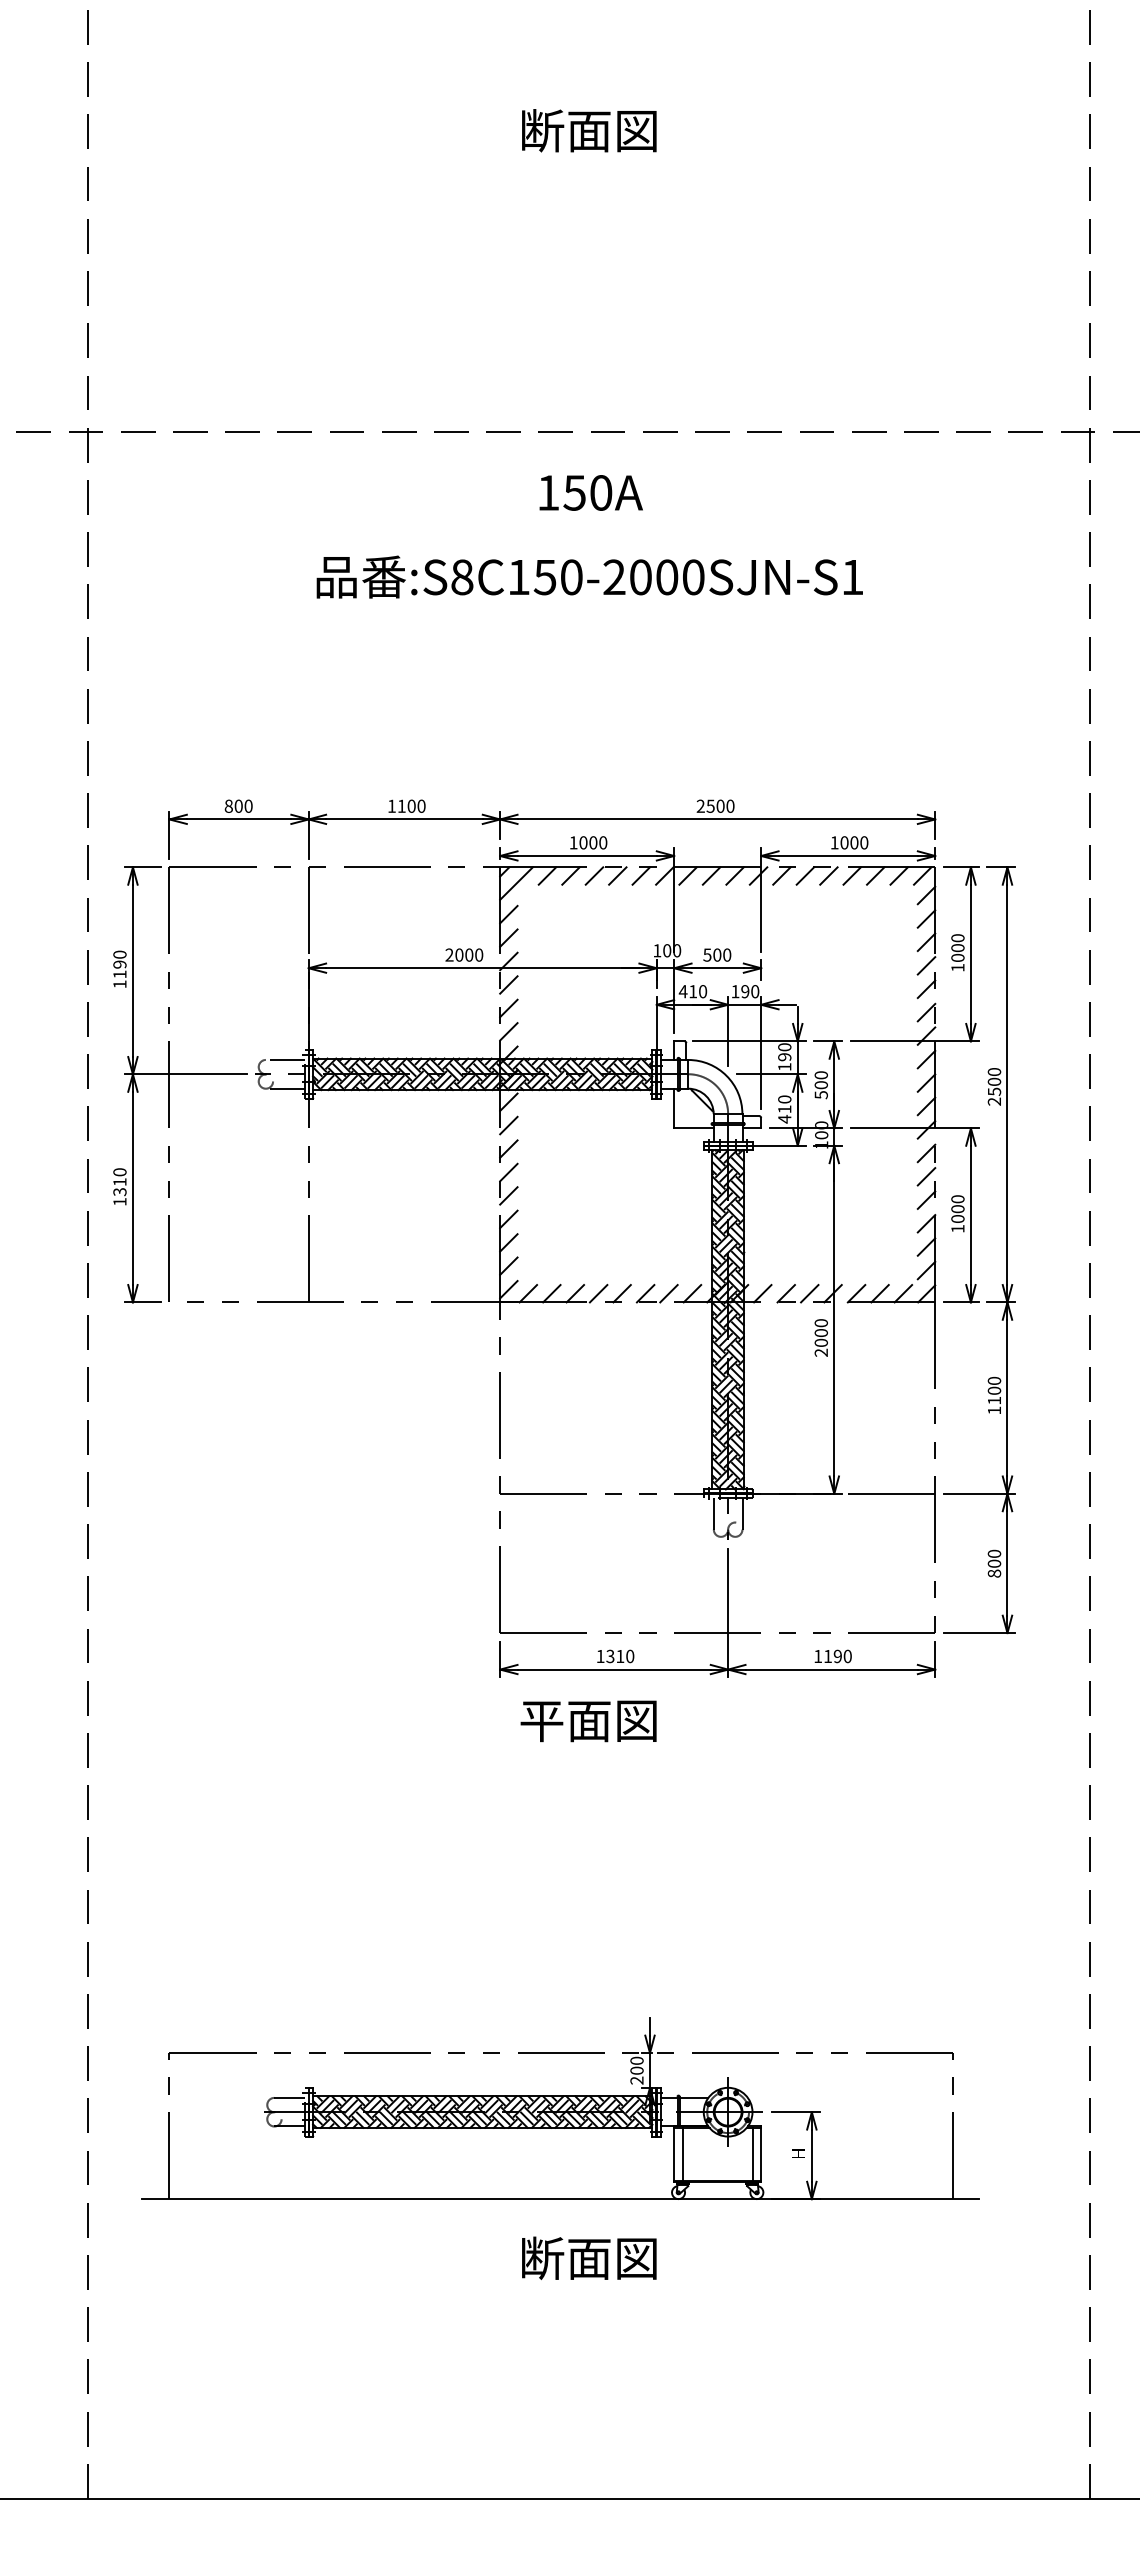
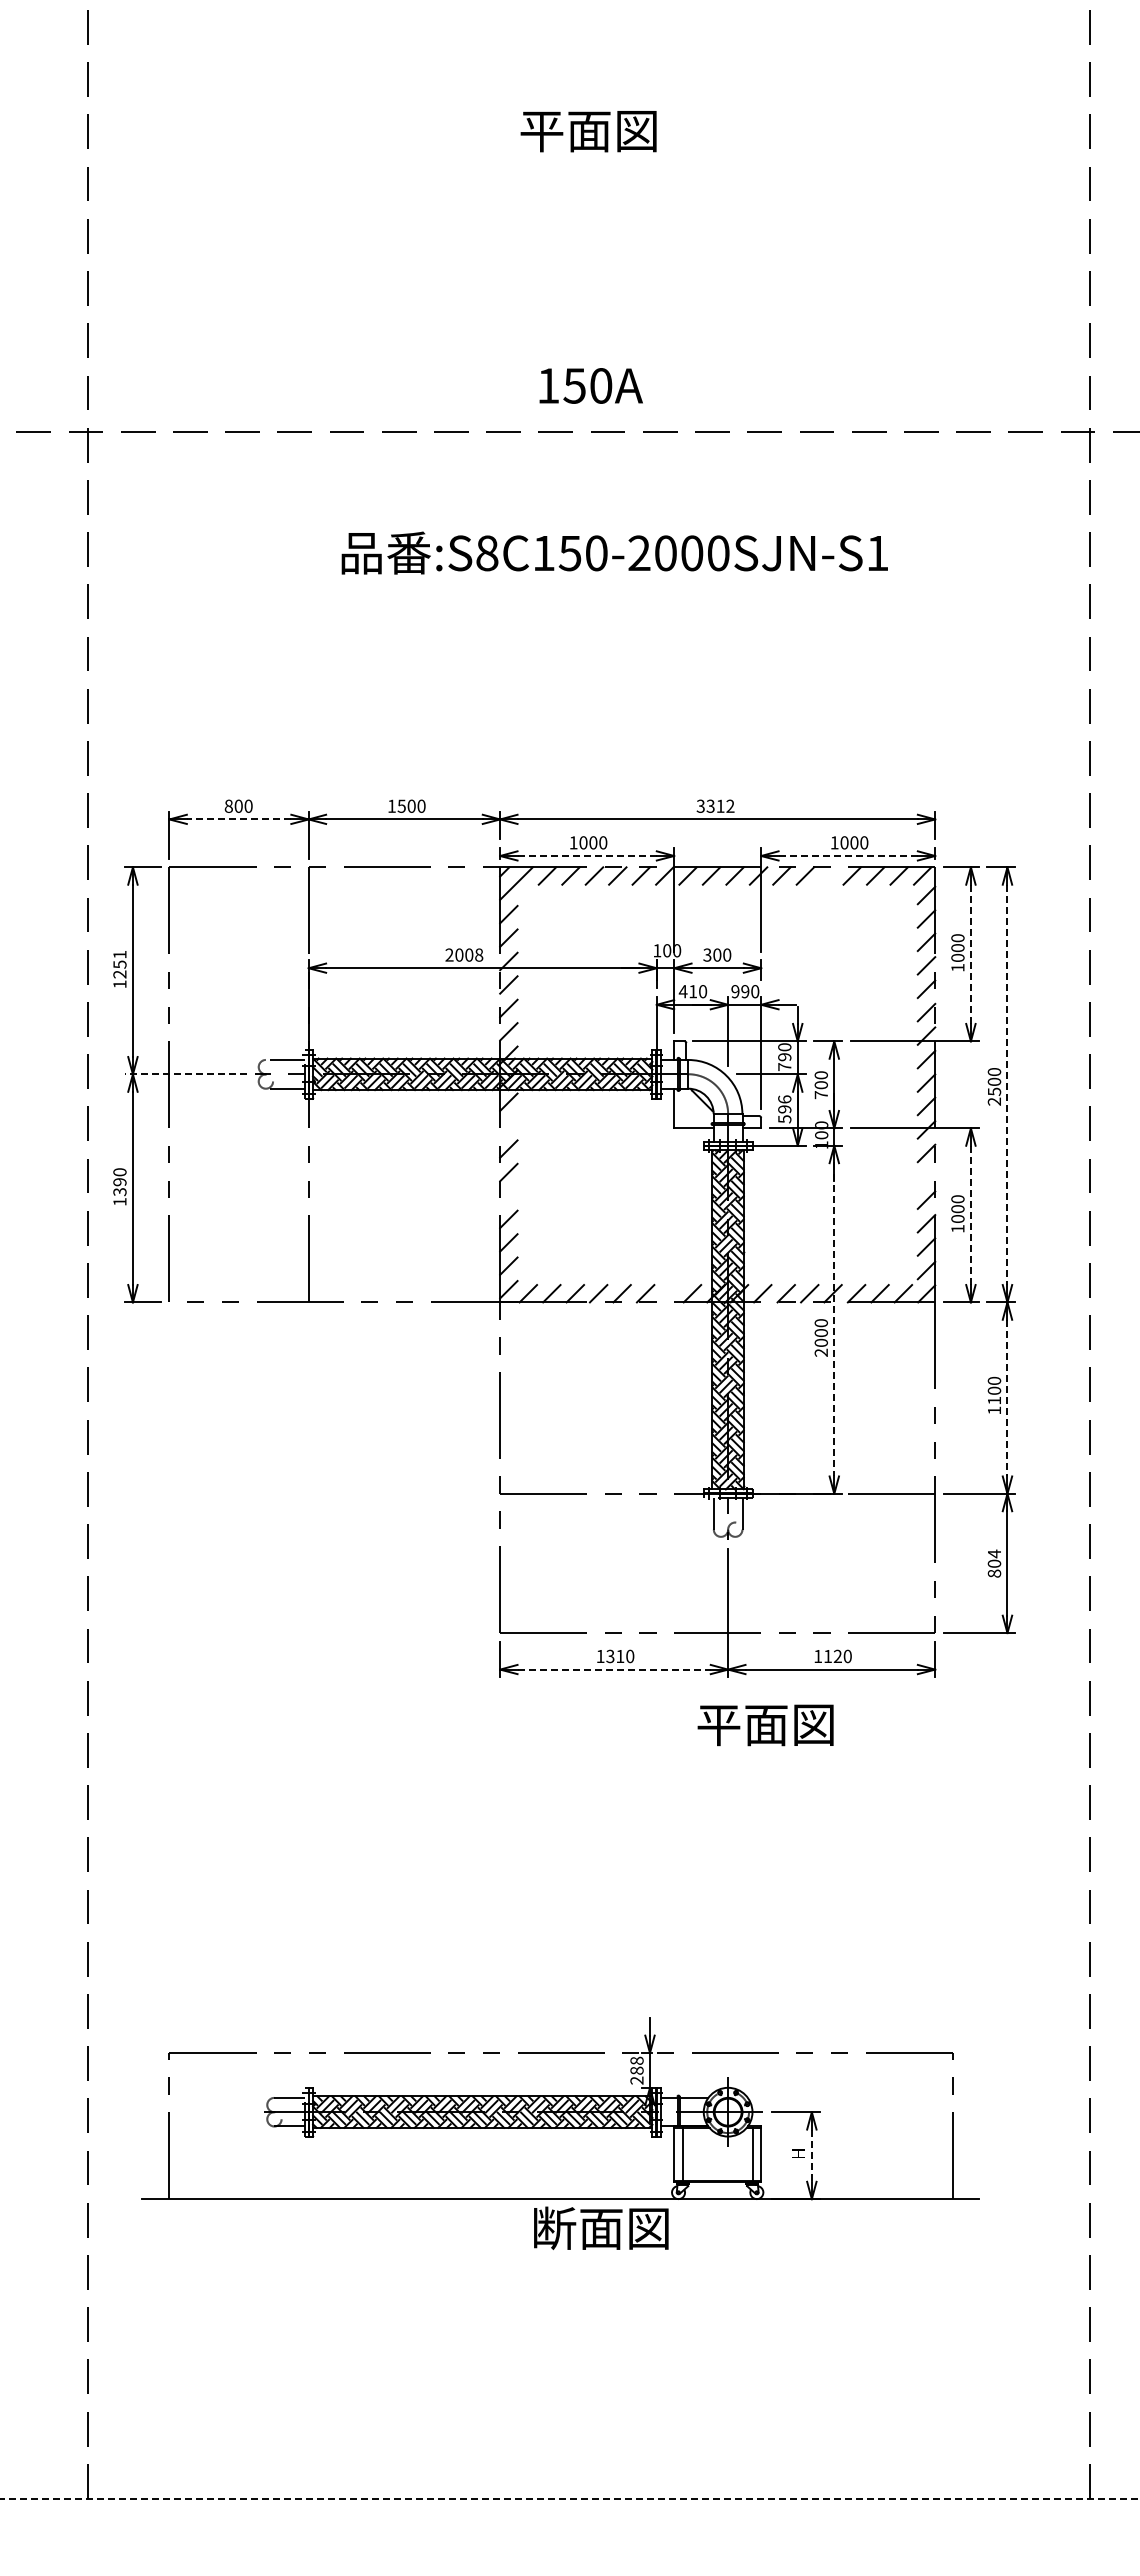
text at (542, 130): 断面図 -> 平面図
text at (590, 492) position: (590, 492) -> (590, 385)
text at (589, 576) position: (589, 576) -> (614, 552)
text at (401, 805): 1100 -> 1500
text at (715, 805): 2500 -> 3312
line at (238, 819): solid -> dashed
line at (587, 856): solid -> dashed
line at (848, 856): solid -> dashed
line at (828, 875): present -> none
text at (707, 954): 500 -> 300
line at (970, 954): solid -> dashed
text at (479, 955): 2000 -> 2008
text at (119, 964): 1190 -> 1251
text at (735, 991): 190 -> 990
text at (784, 1066): 190 -> 790
line at (185, 1074): solid -> dashed
line at (1007, 1085): solid -> dashed
text at (820, 1095): 500 -> 700
text at (784, 1109): 410 -> 596
line at (508, 1125): present -> none
line at (926, 1176): present -> none
text at (119, 1182): 1310 -> 1390
line at (508, 1195): present -> none
line at (970, 1215): solid -> dashed
line at (668, 1293): present -> none
line at (834, 1319): solid -> dashed
line at (1007, 1398): solid -> dashed
text at (994, 1553): 800 -> 804
text at (837, 1656): 1190 -> 1120
line at (614, 1669): solid -> dashed
text at (588, 1721) position: (588, 1721) -> (765, 1725)
text at (637, 2065): 200 -> 288
line at (811, 2156): solid -> dashed
text at (589, 2257) position: (589, 2257) -> (601, 2227)
line at (569, 2498): solid -> dashed
